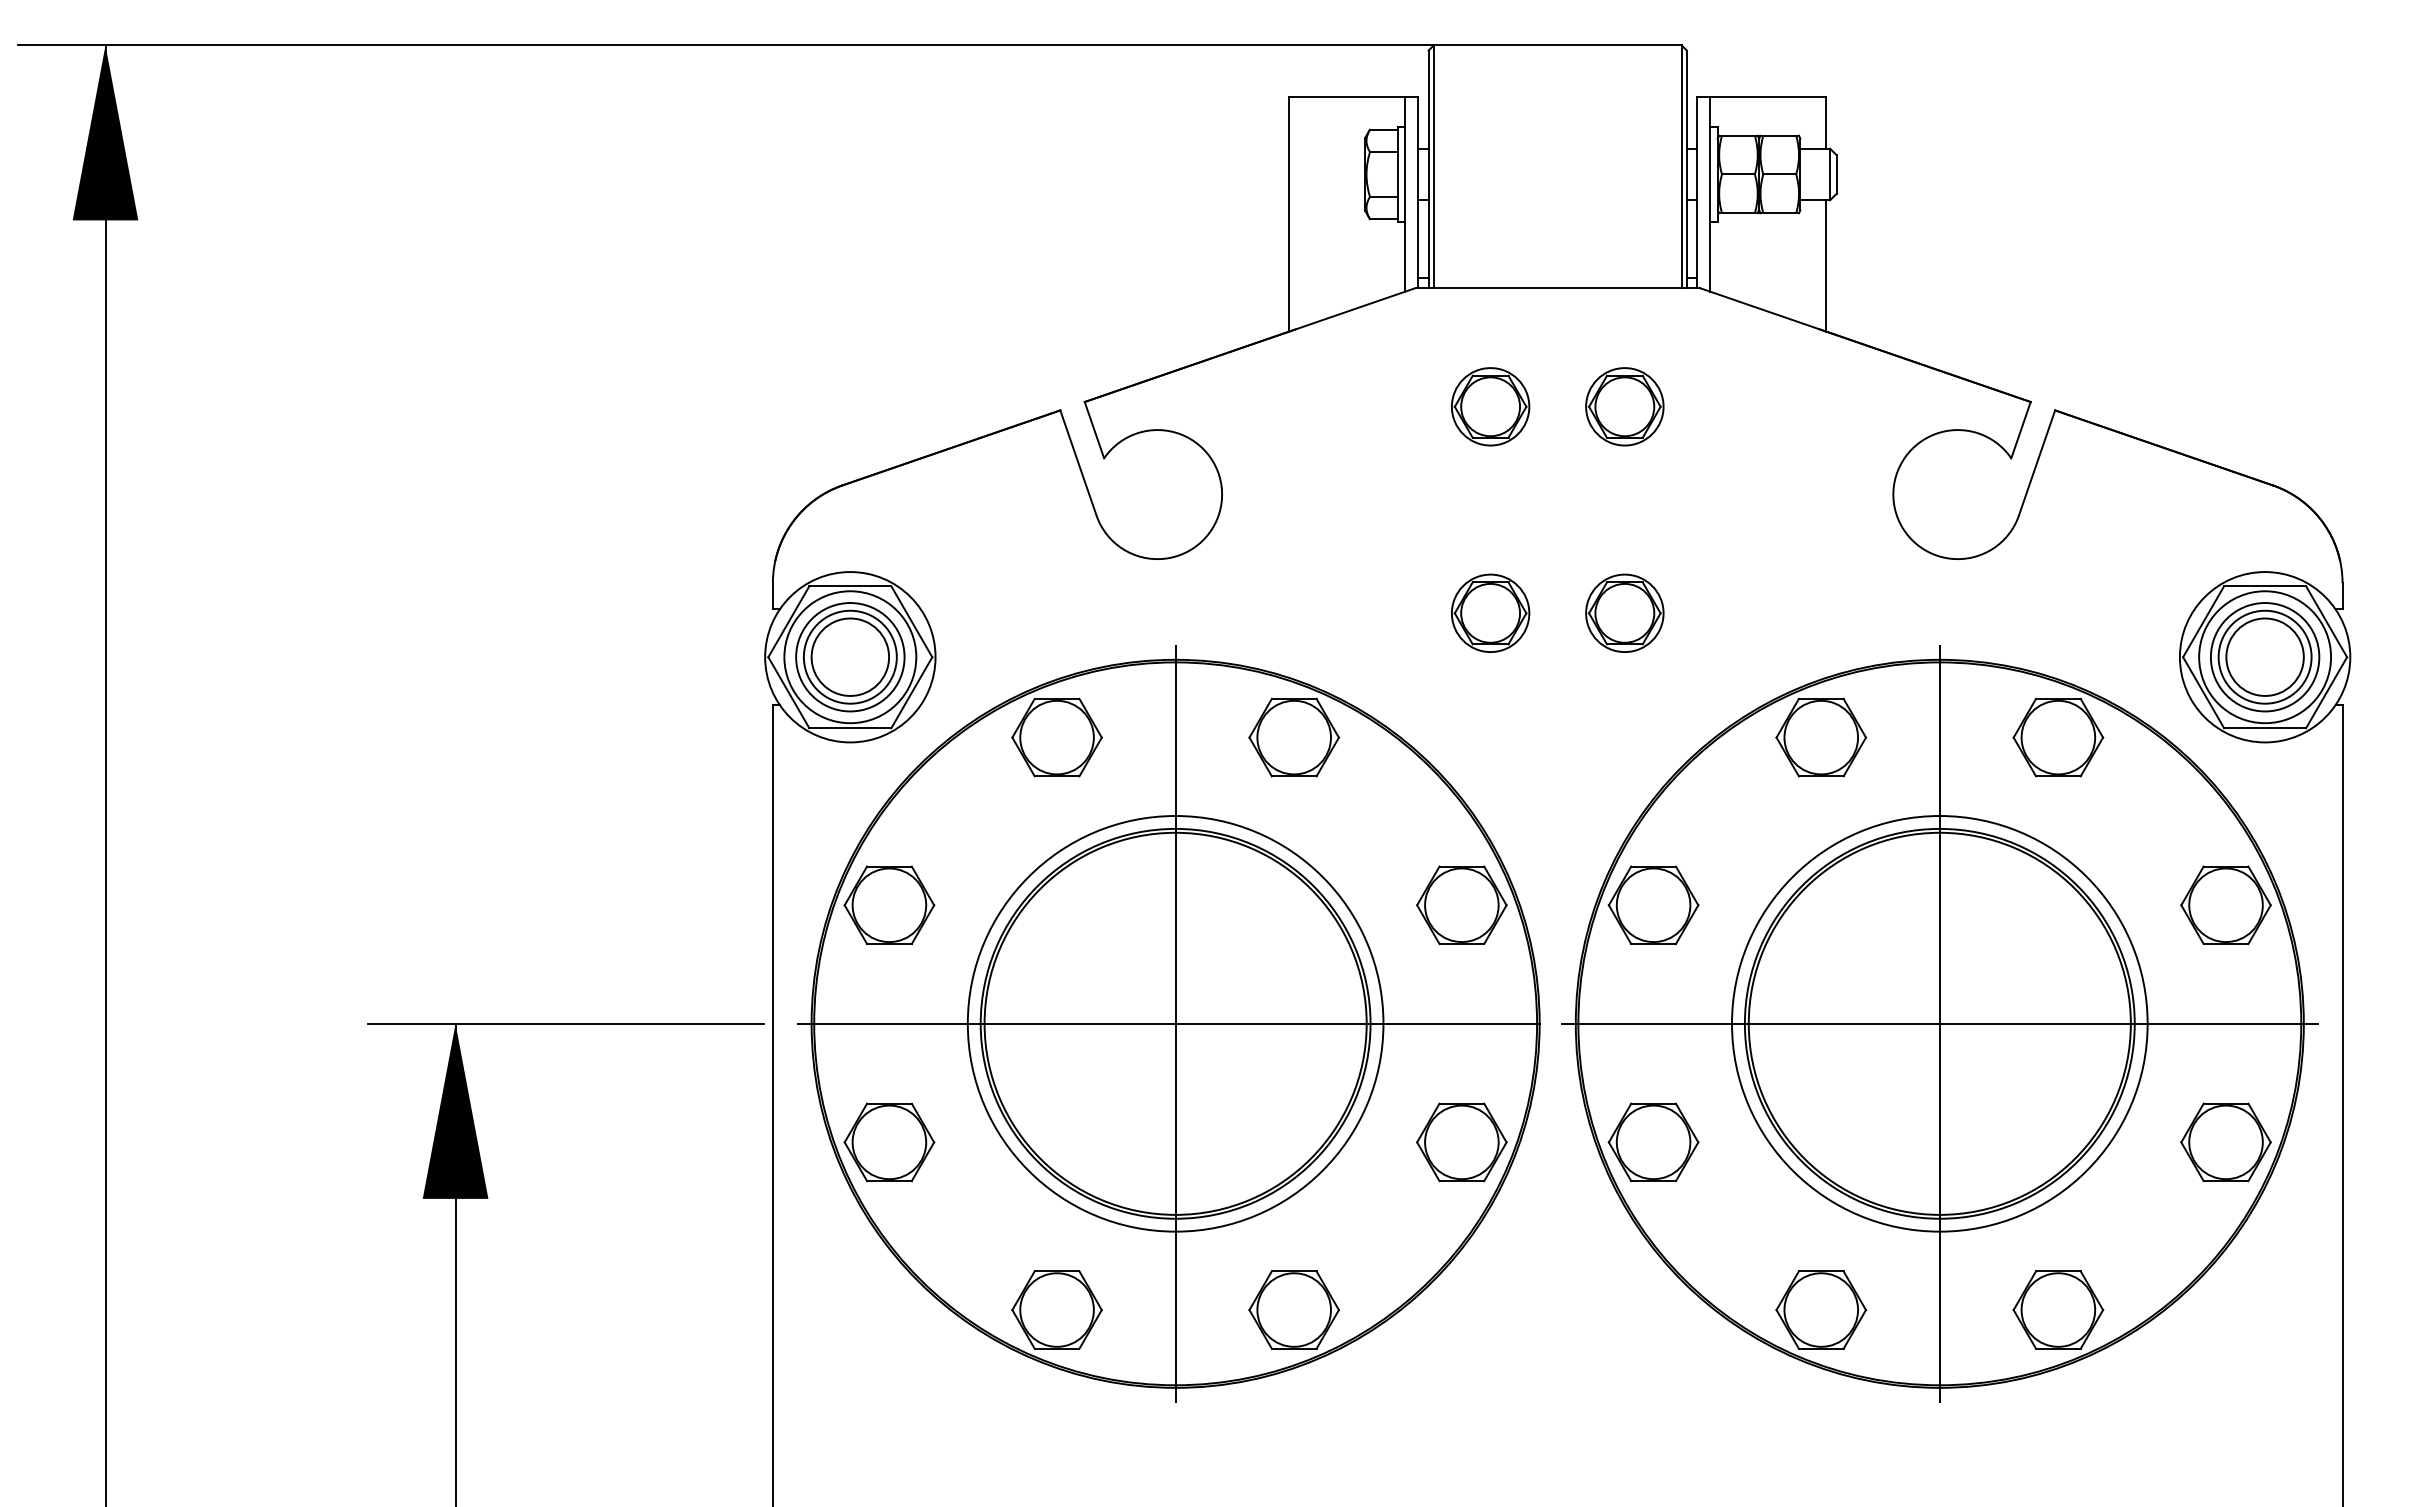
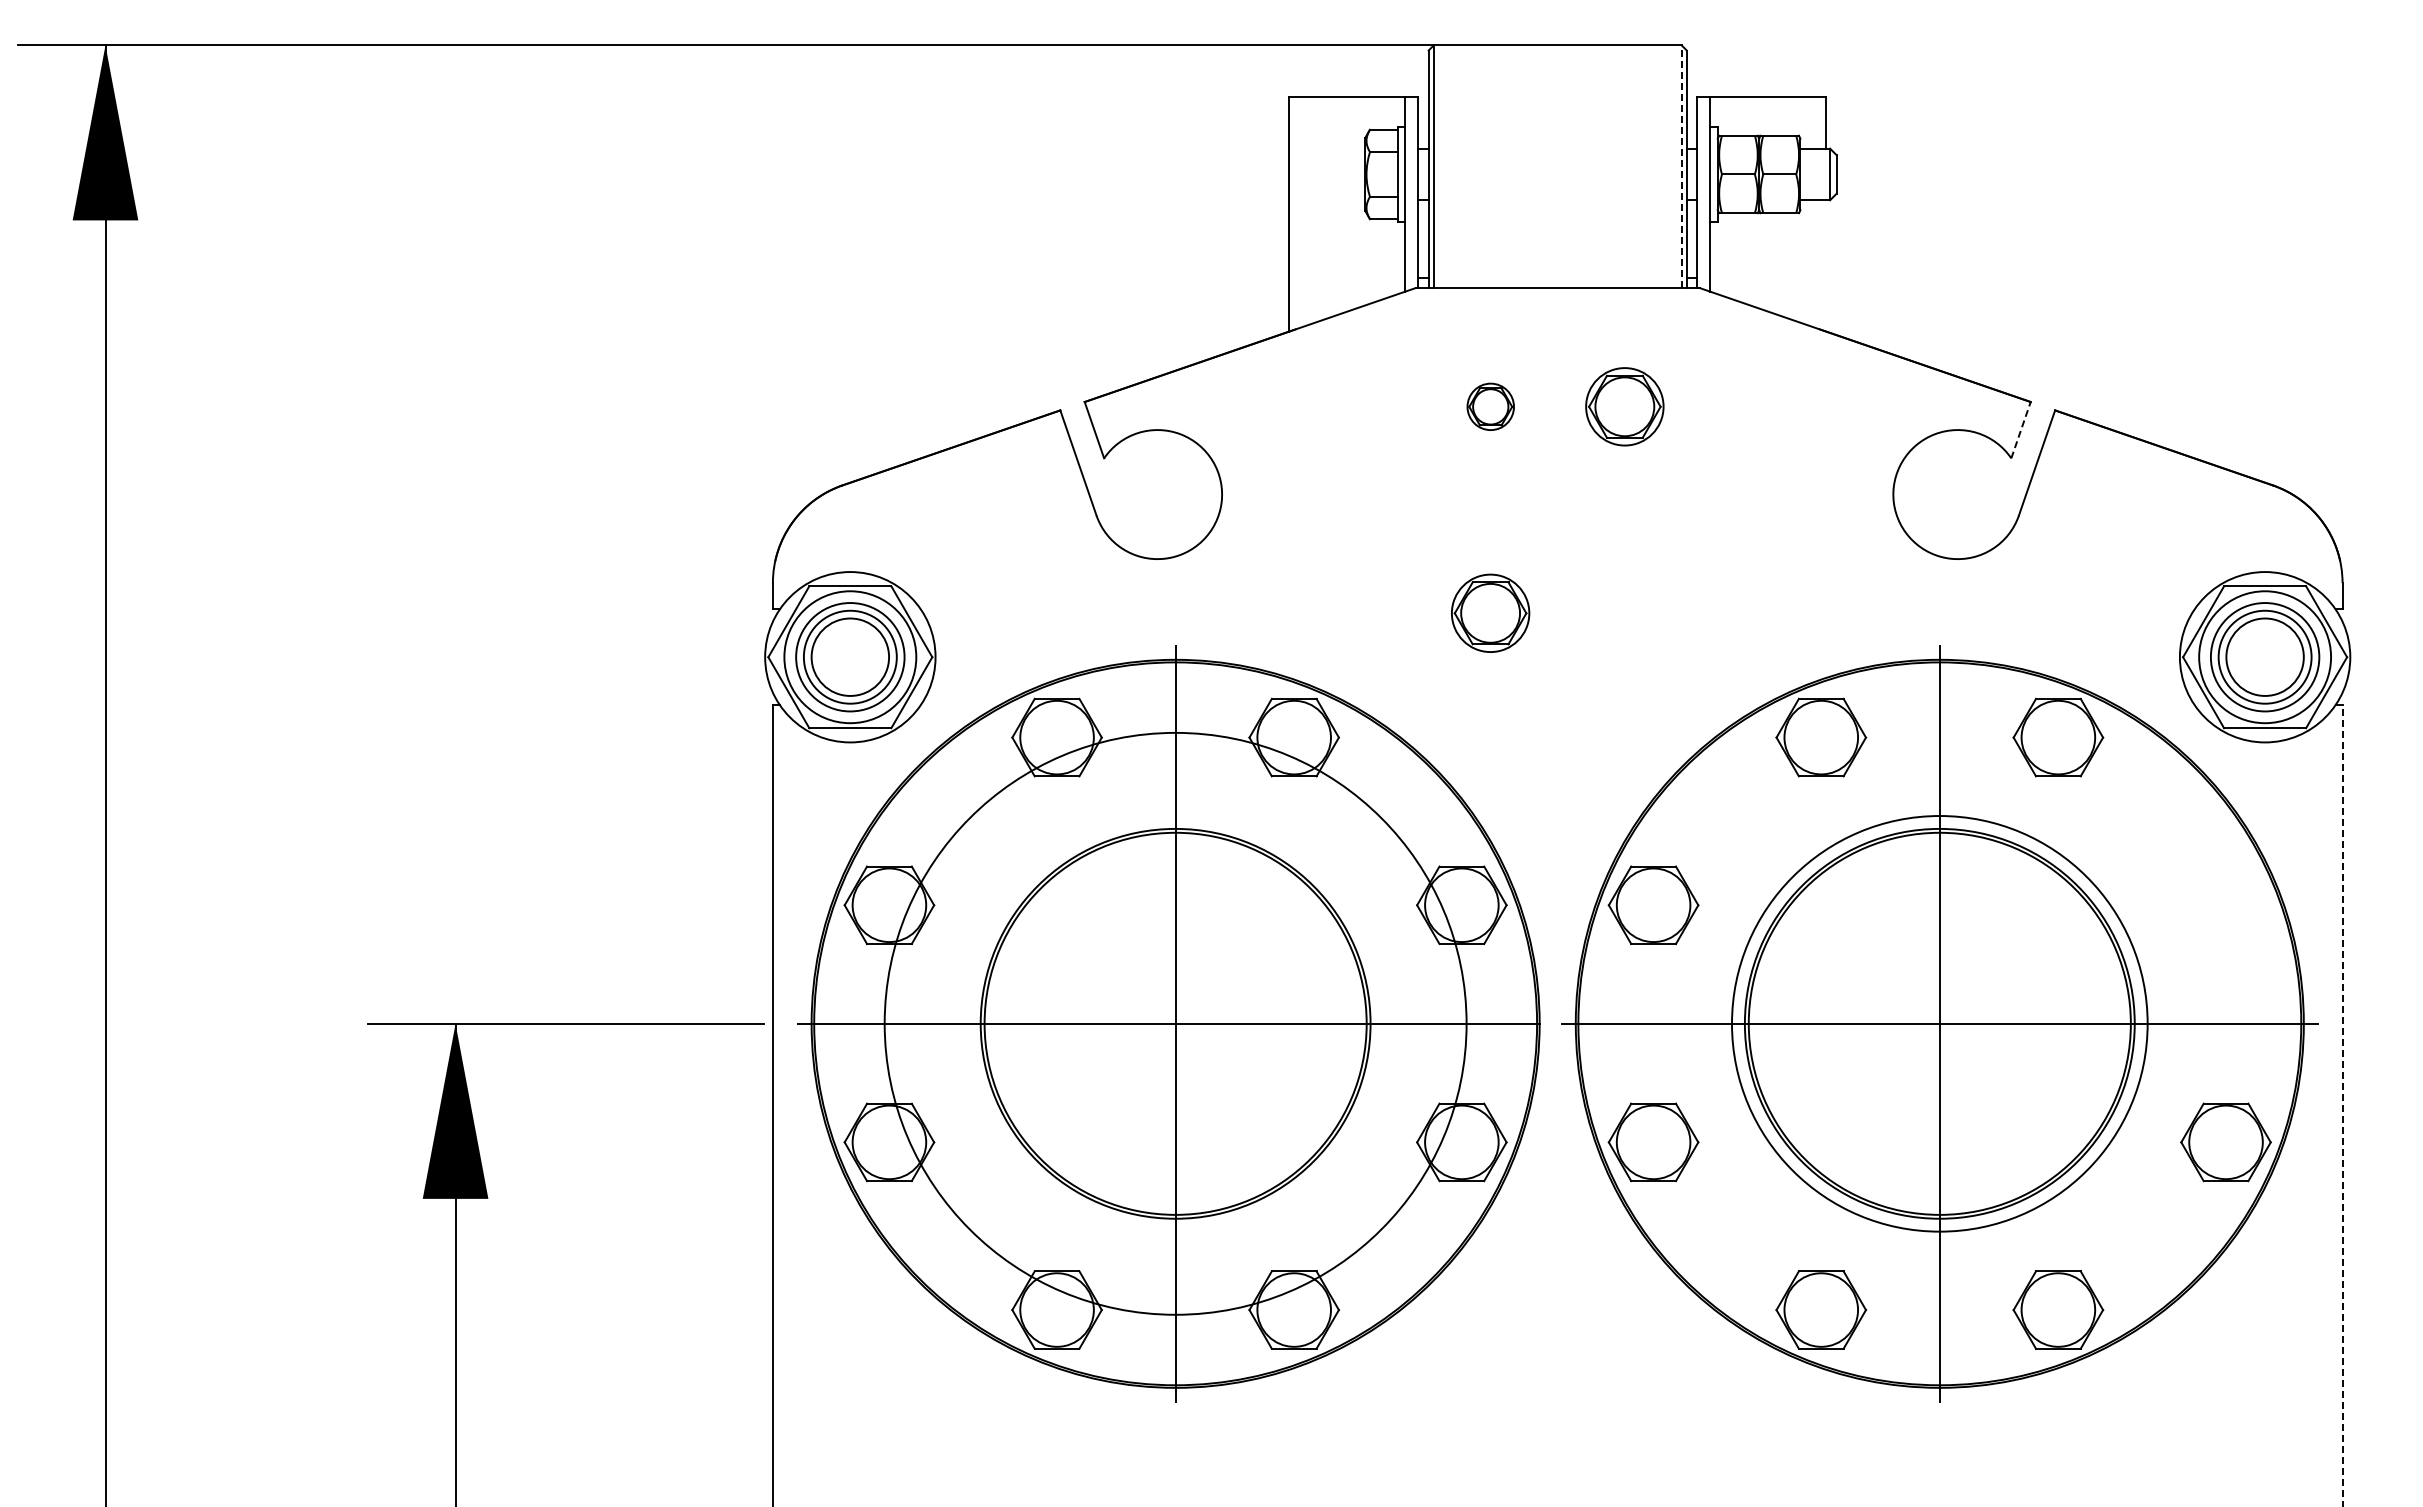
line at (1681, 166): solid -> dashed
line at (1826, 265): present -> none
part at (1490, 406) size: 80x80 px -> 49x49 px
line at (2021, 430): solid -> dashed
part at (1624, 612): present -> none
part at (2225, 904): present -> none
circle at (1175, 1023) diameter: 416 px -> 582 px
line at (2342, 1105): solid -> dashed
